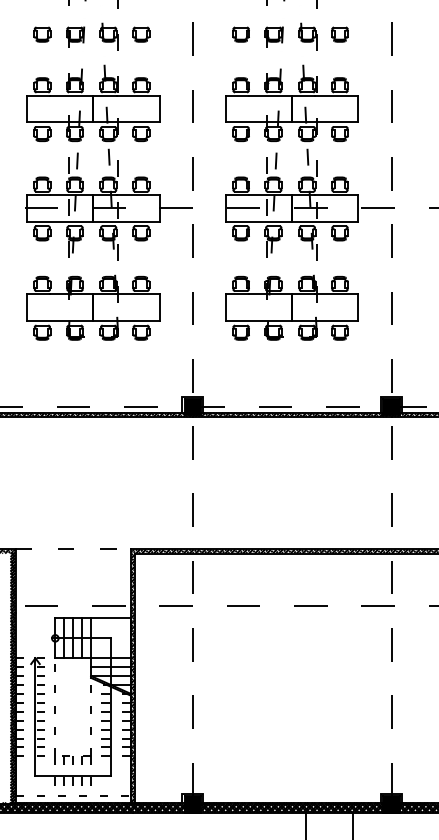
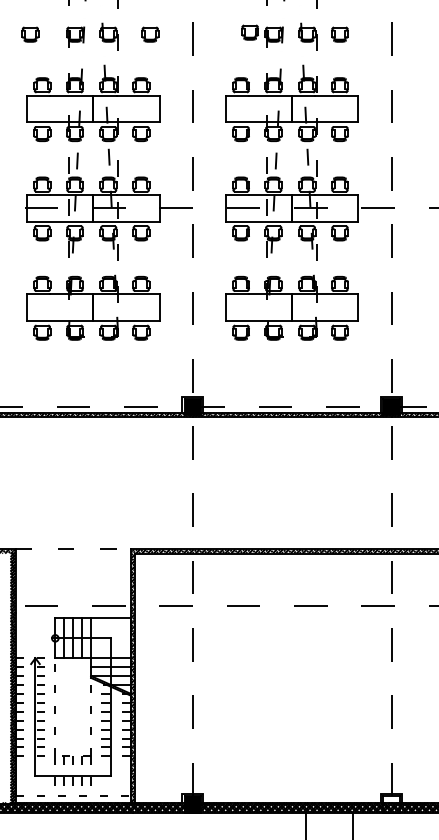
part at (42, 34) position: (42, 34) -> (30, 34)
part at (141, 34) position: (141, 34) -> (150, 34)
part at (240, 34) position: (240, 34) -> (249, 32)
fill at (391, 804): present -> none
